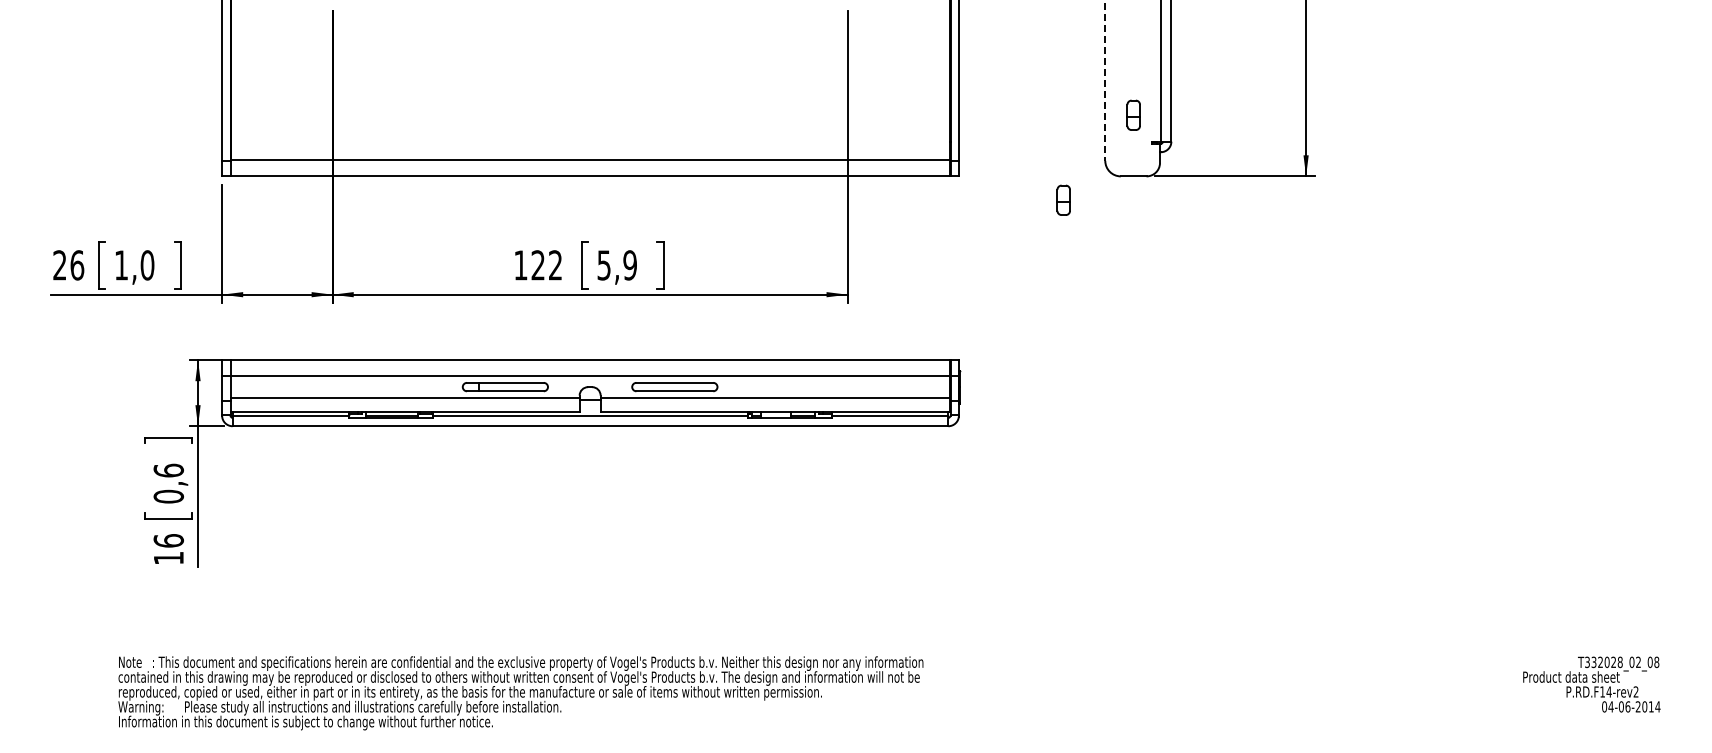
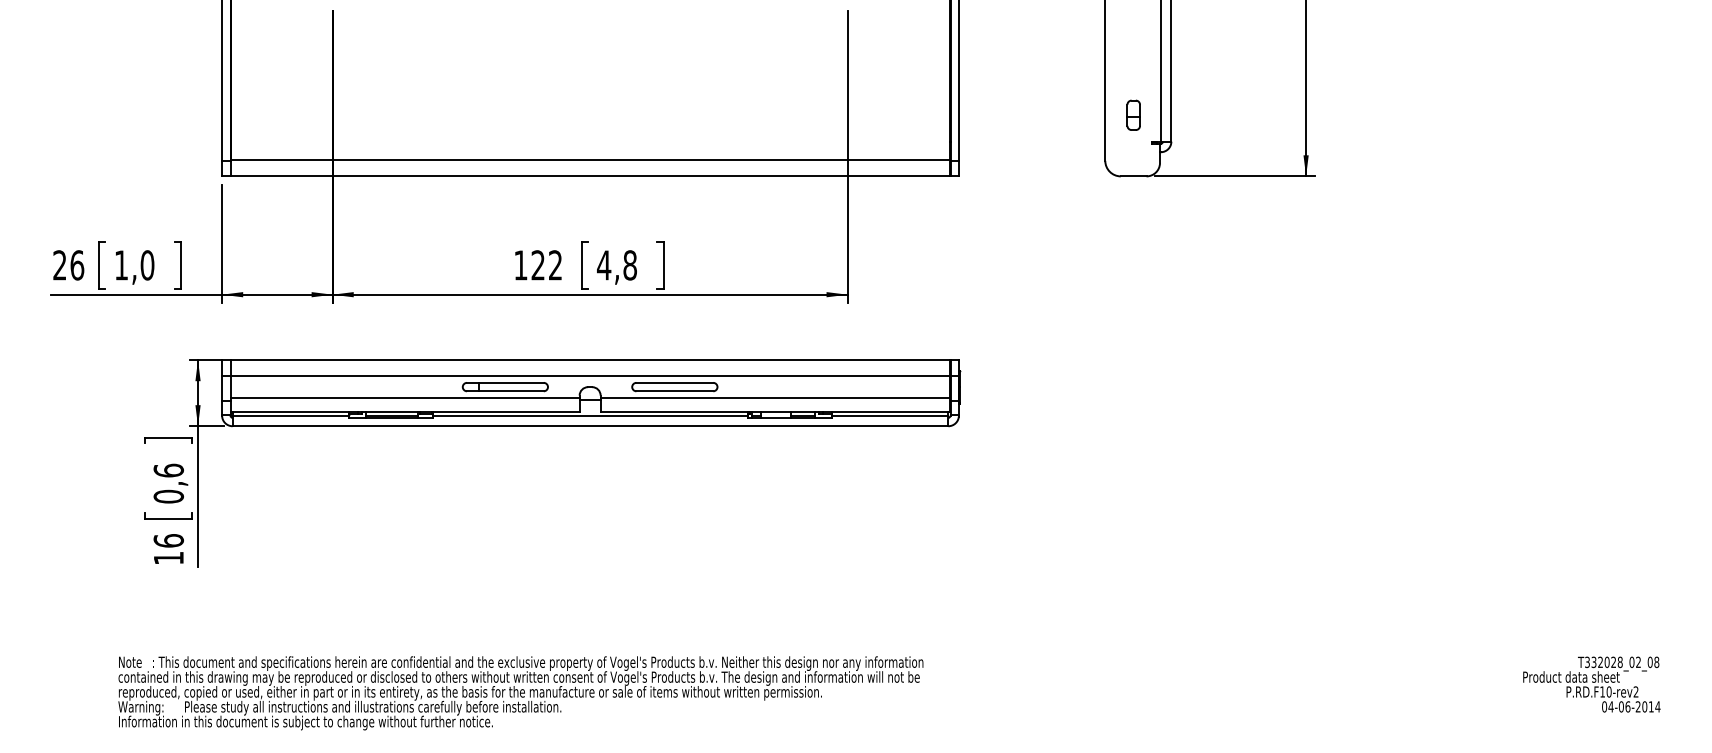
line at (1105, 80): dashed -> solid
part at (1063, 199): present -> none
text at (616, 265): 5,9 -> 4,8
text at (1608, 691): P.RD.F14-rev2 -> P.RD.F10-rev2
